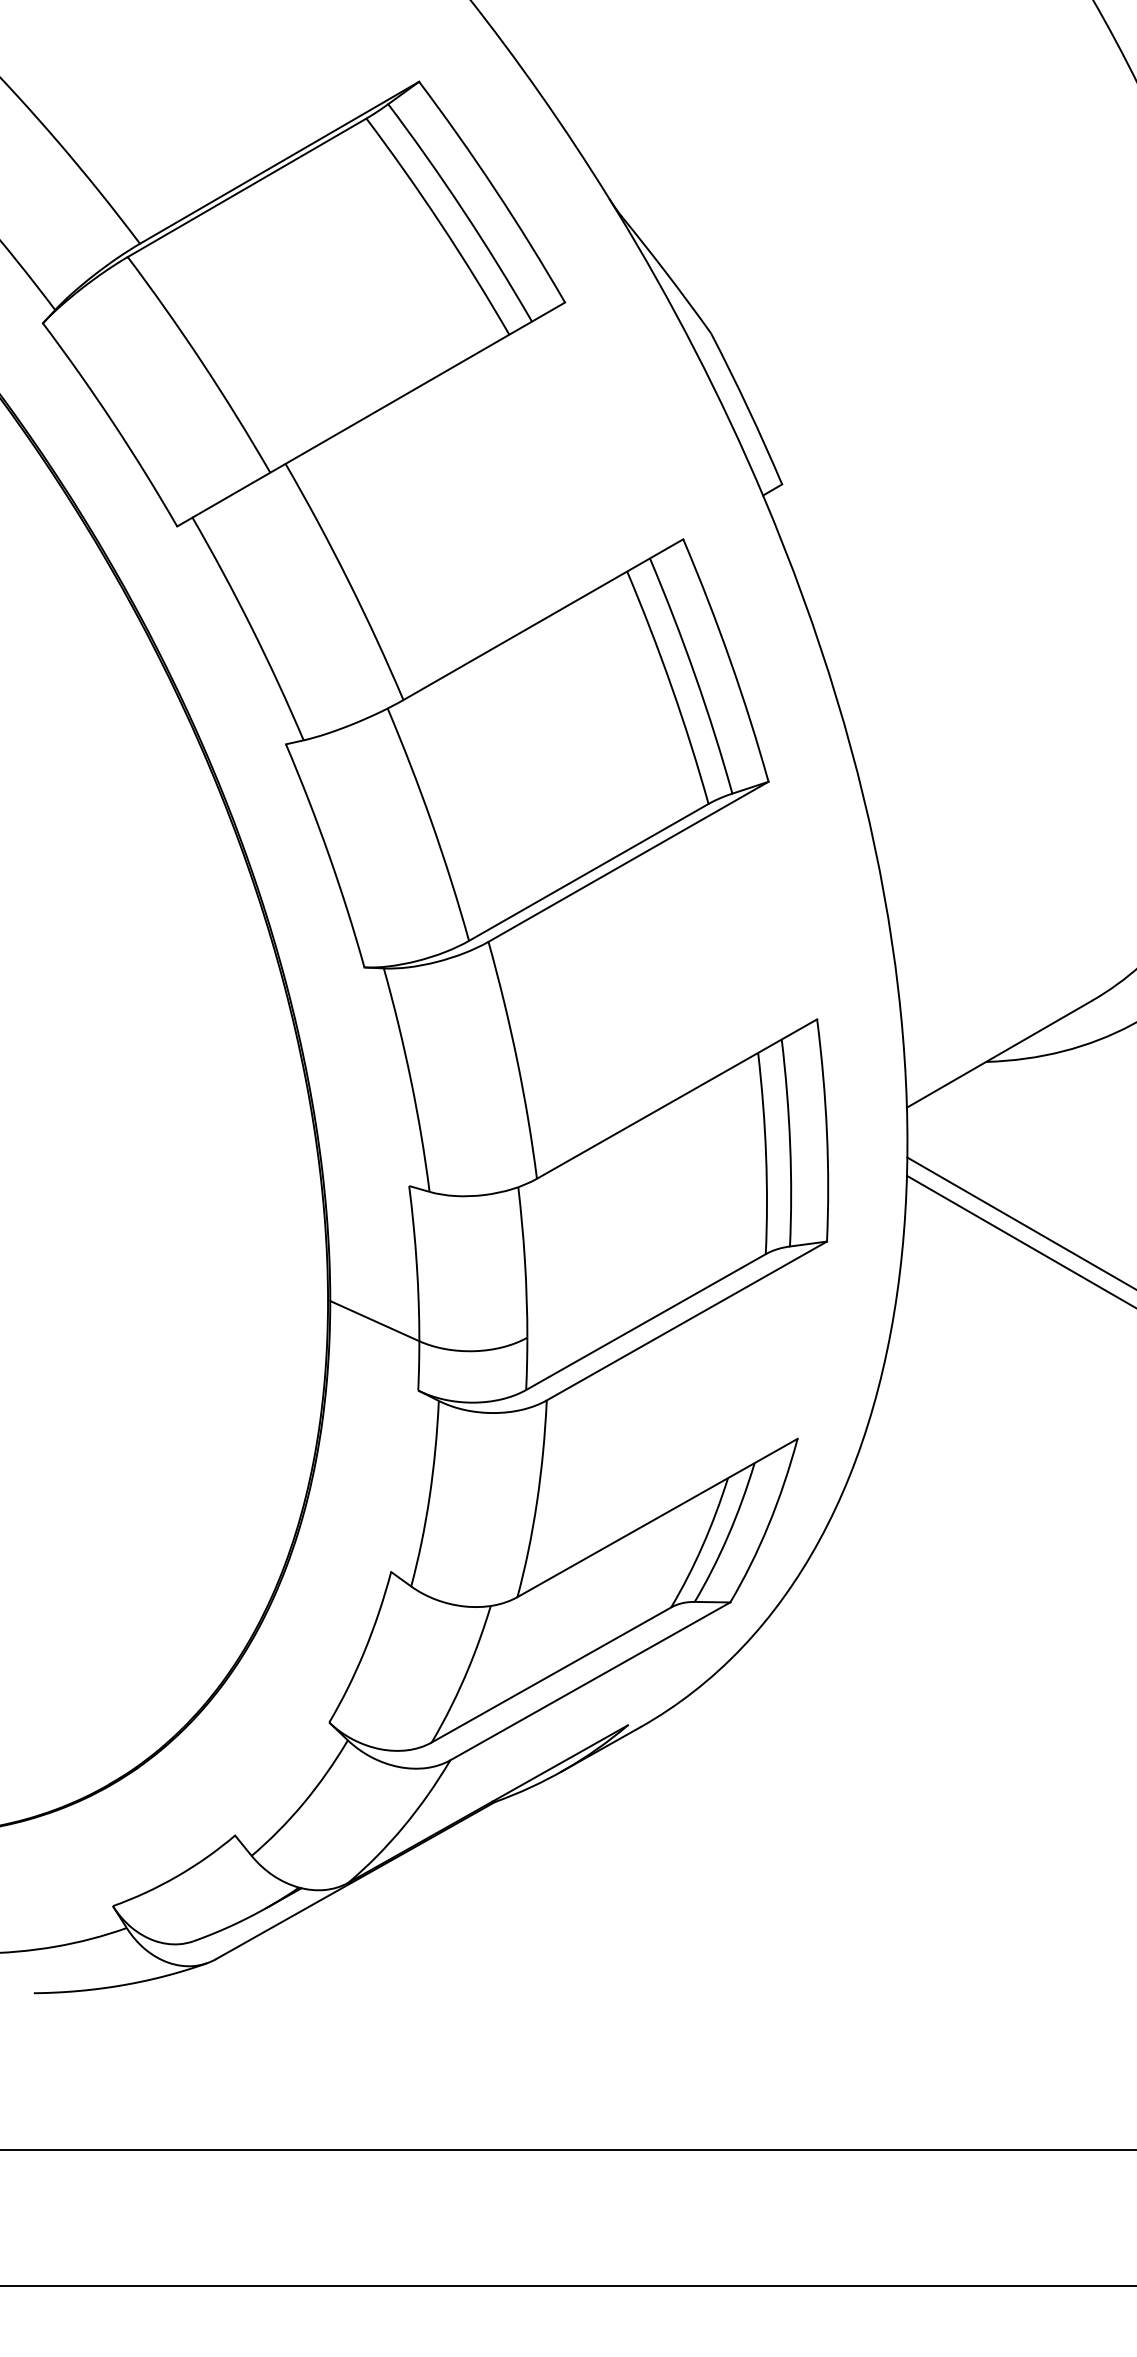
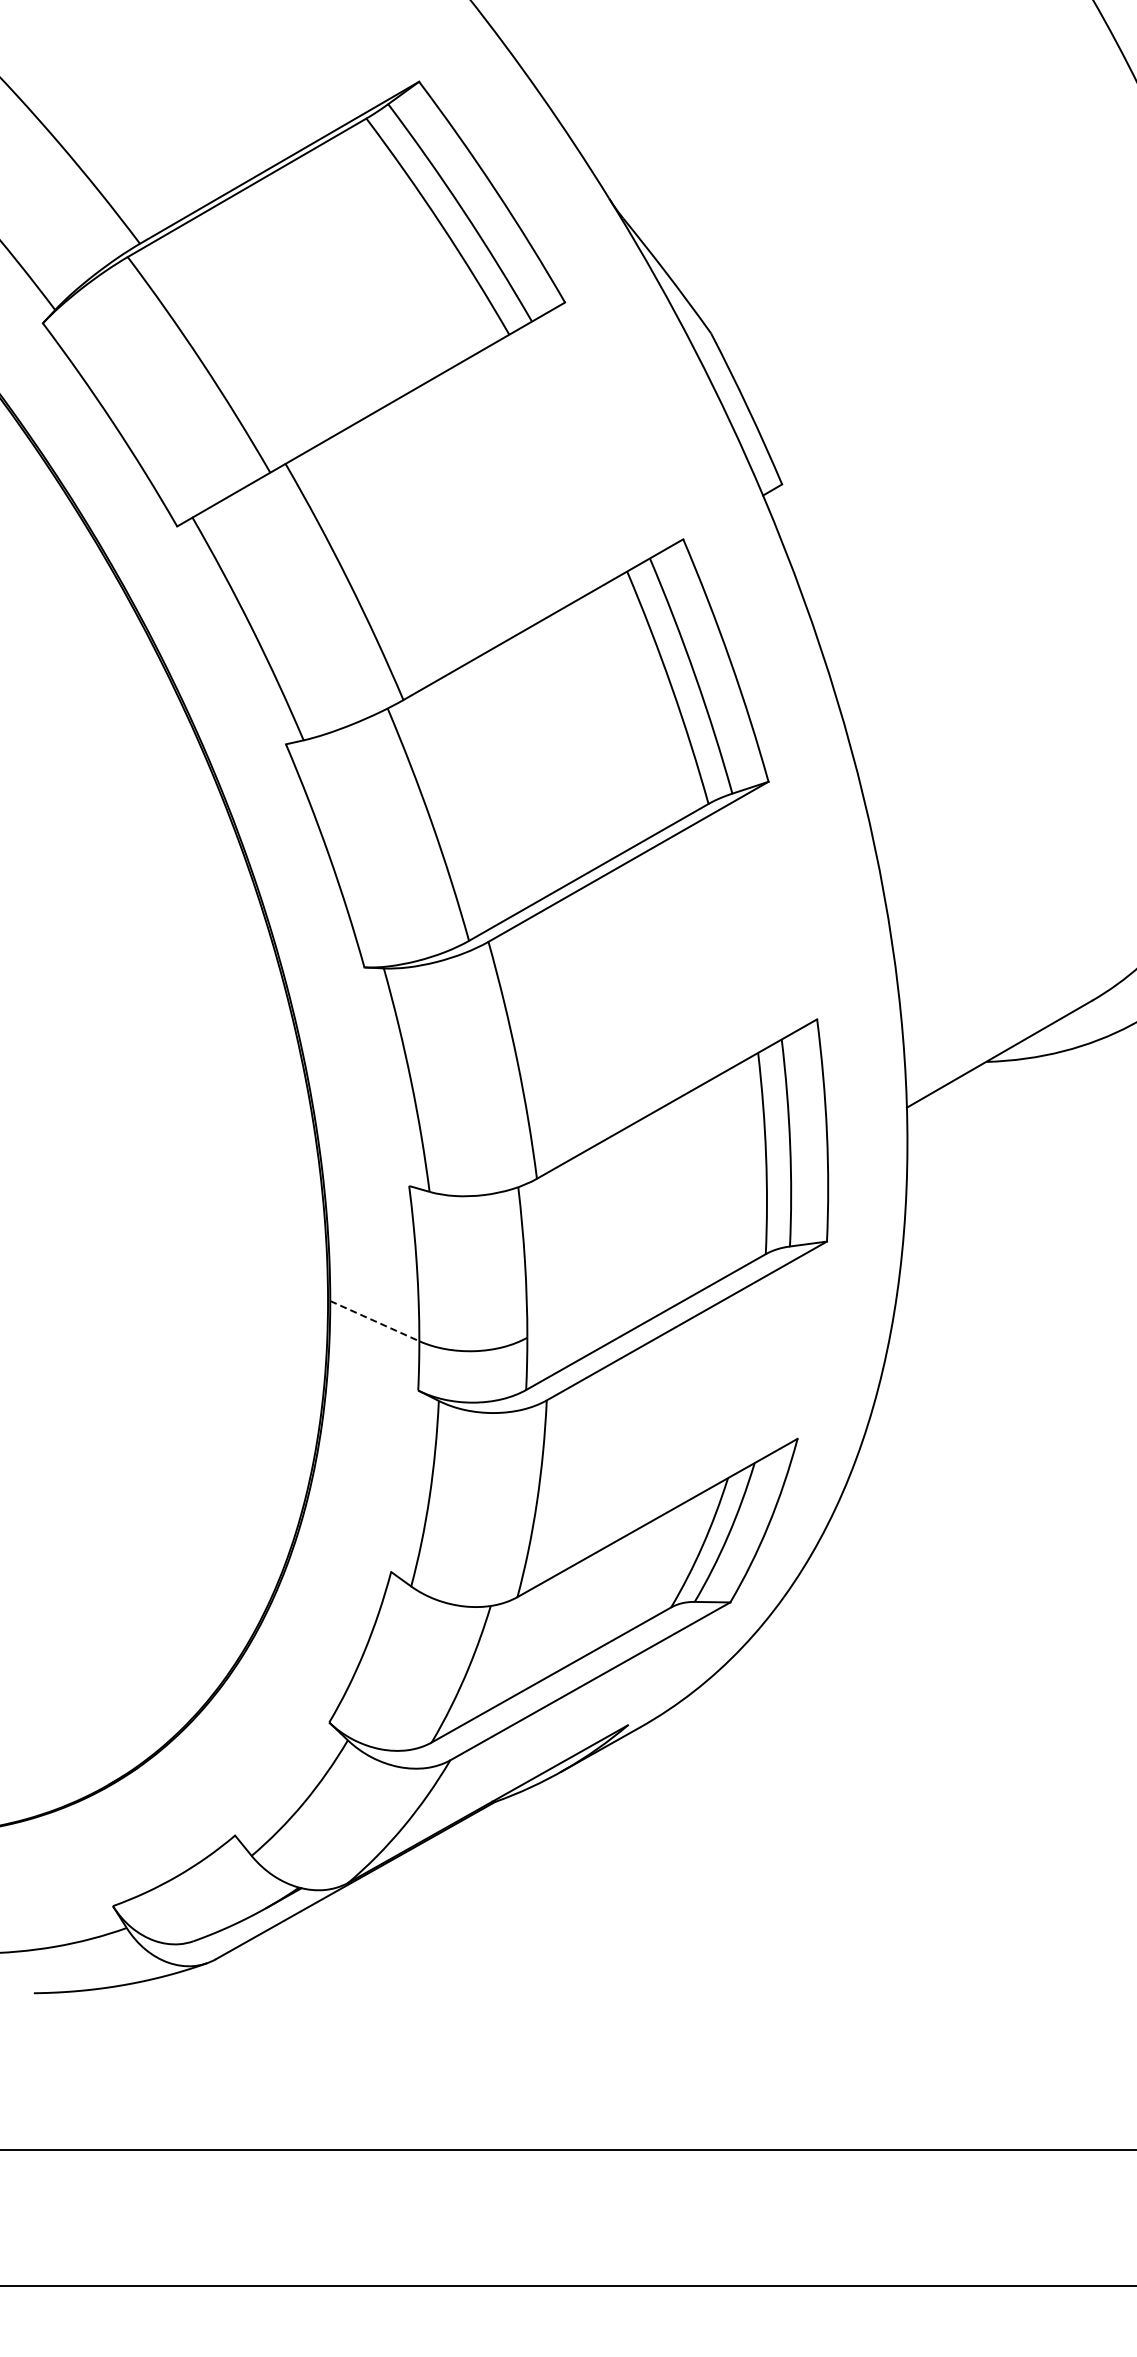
line at (1020, 1222): present -> none
line at (1019, 1240): present -> none
line at (374, 1321): solid -> dashed
